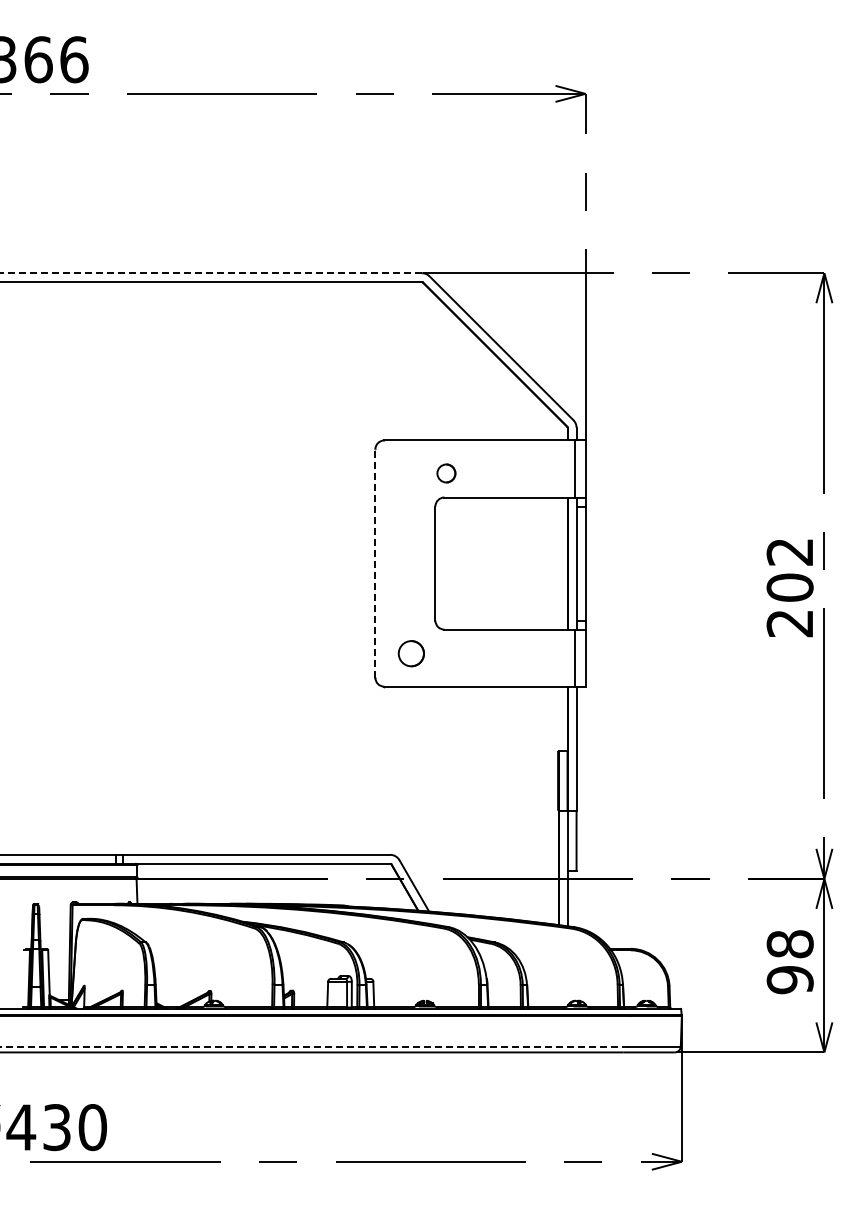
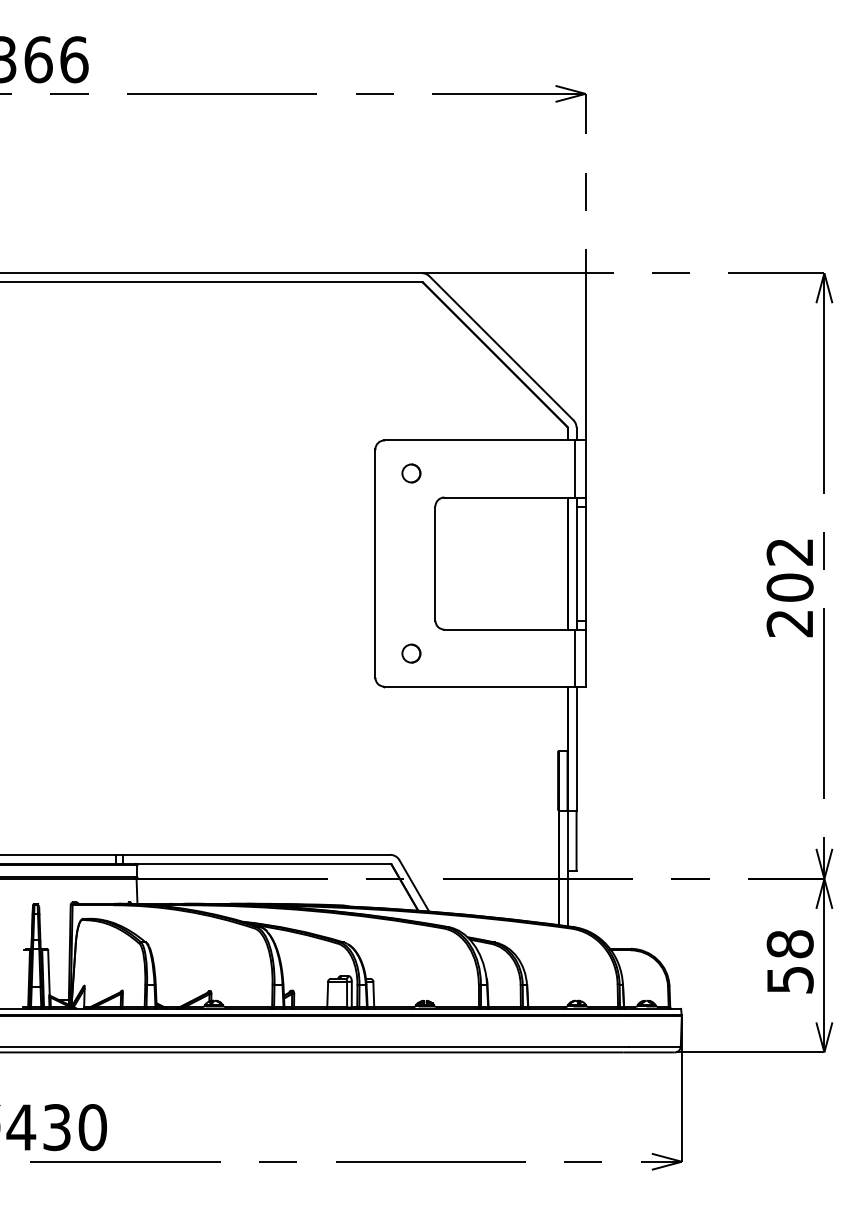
line at (211, 273): dashed -> solid
circle at (446, 473) position: (446, 473) -> (411, 473)
line at (375, 563): dashed -> solid
circle at (410, 653) size: 28x28 px -> 21x21 px
text at (789, 980): 98 -> 58
line at (313, 1046): dashed -> solid
